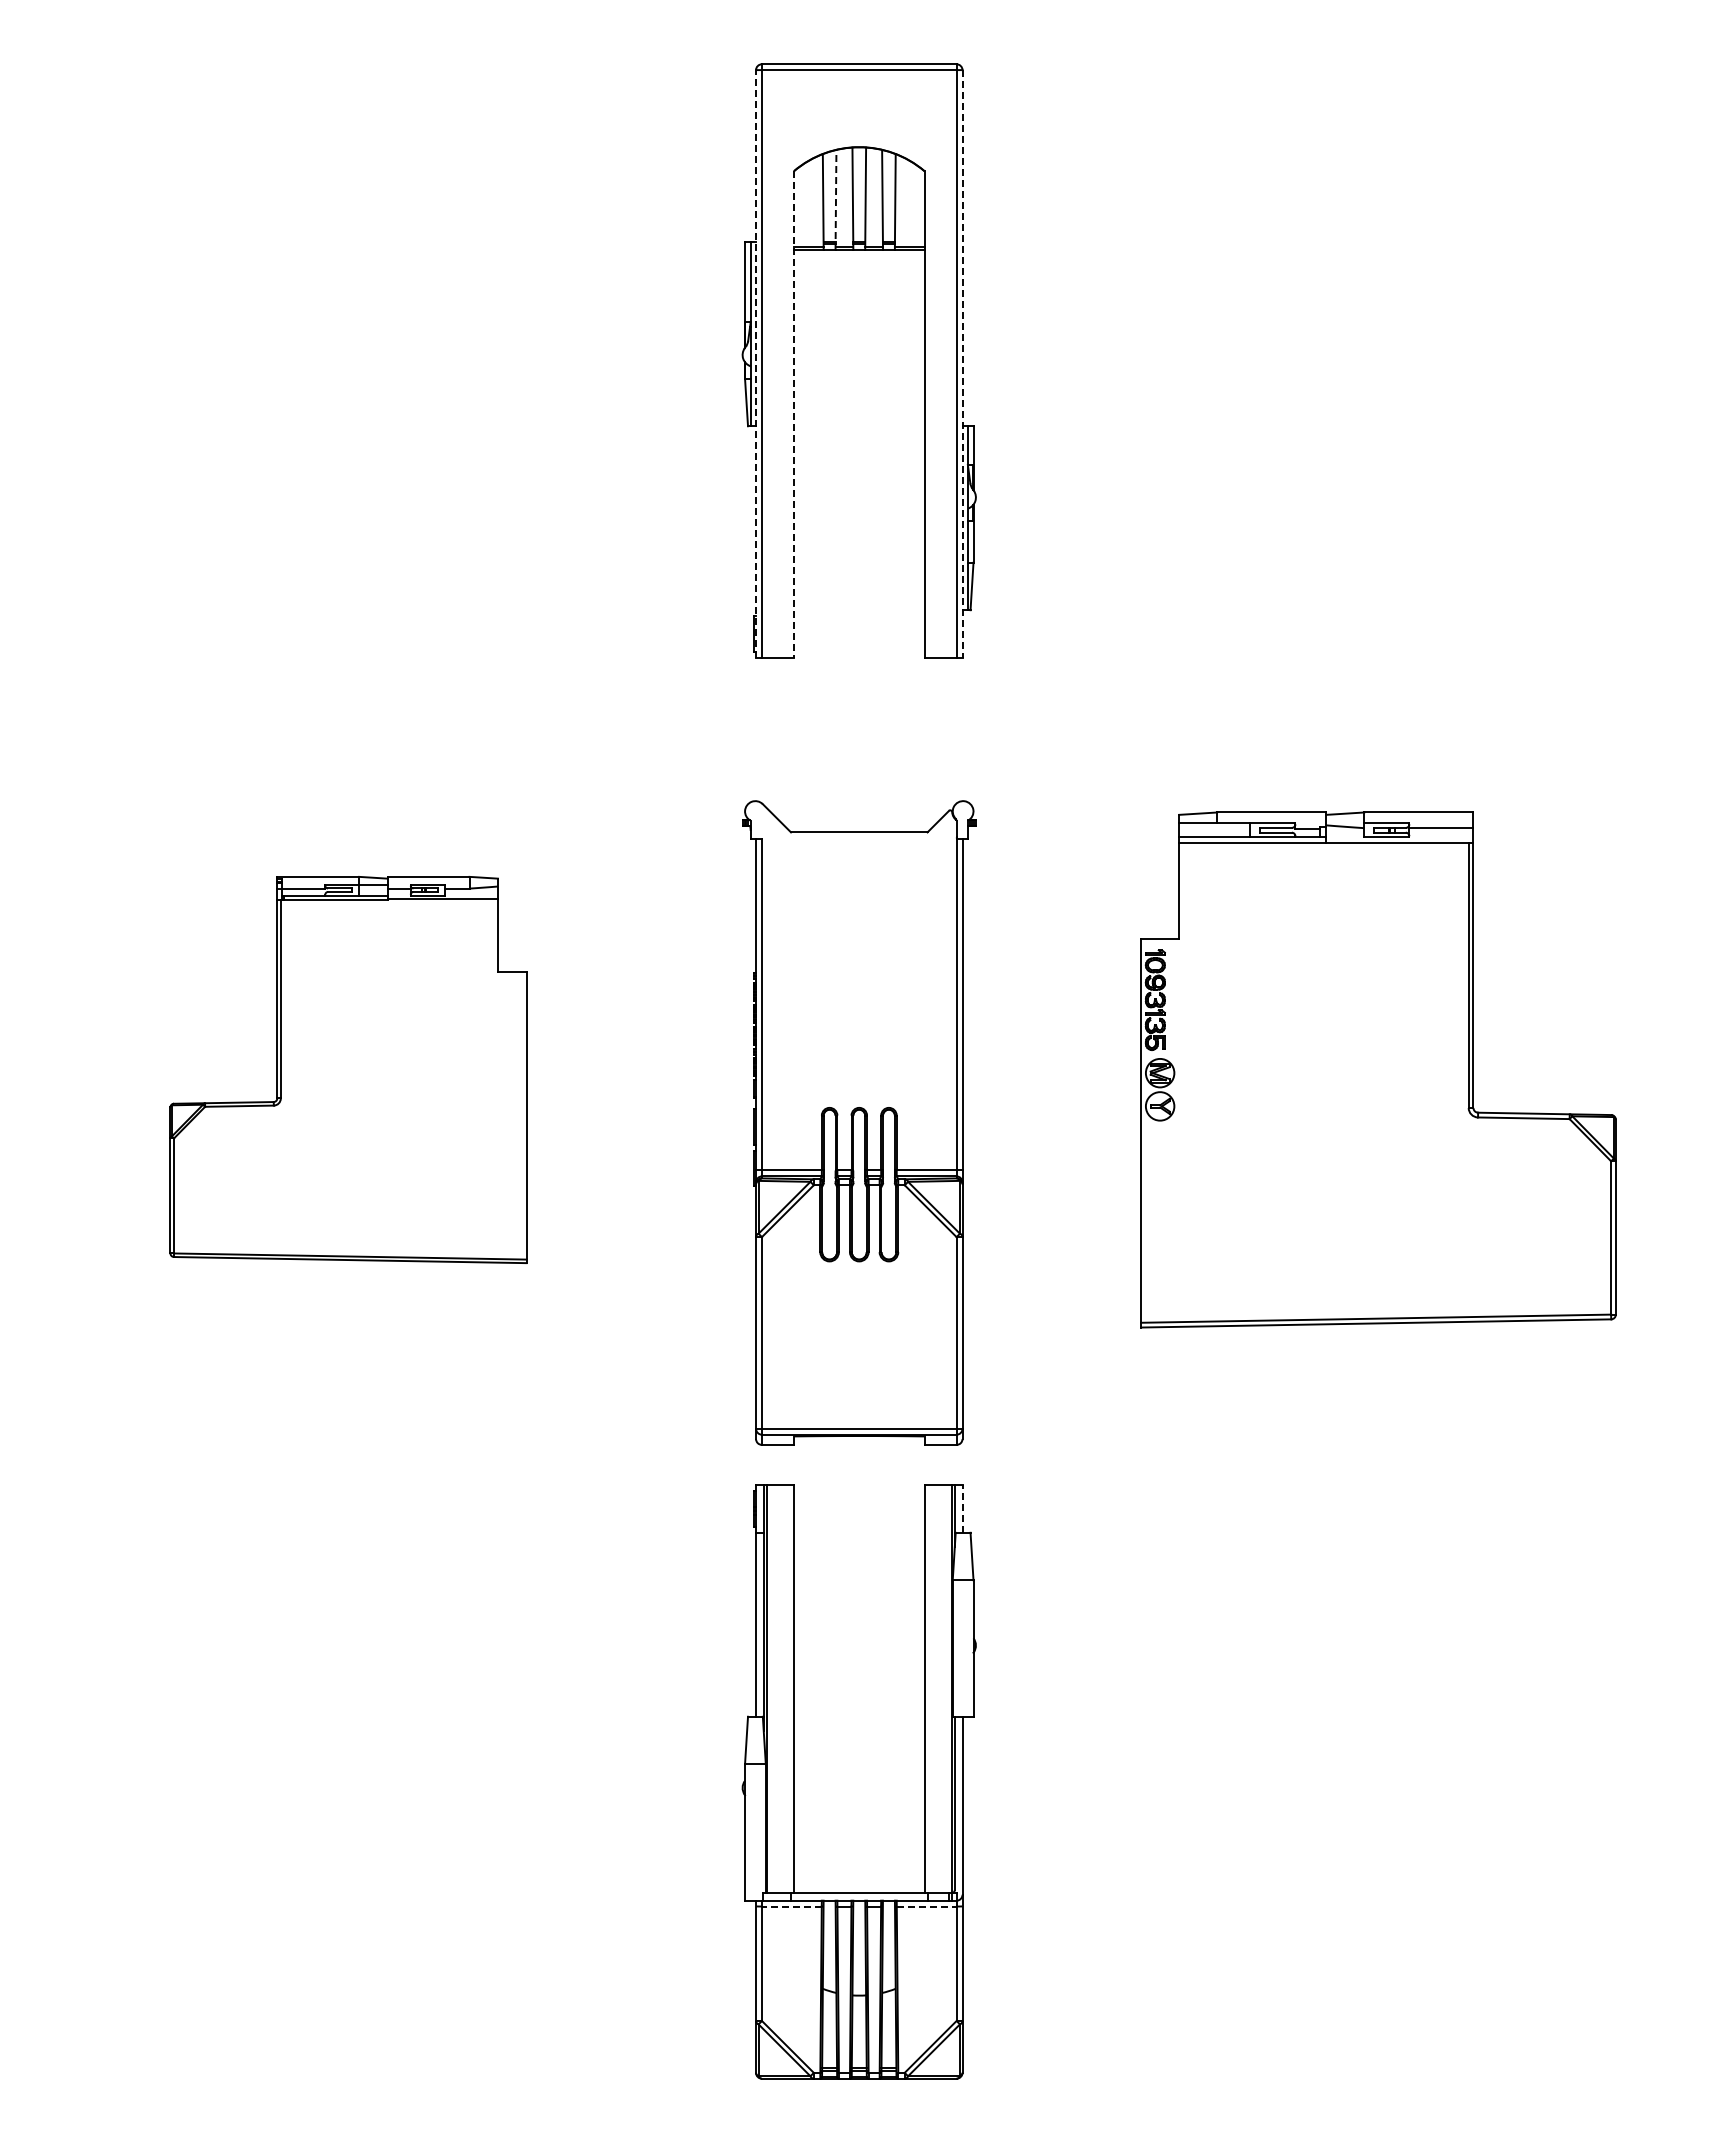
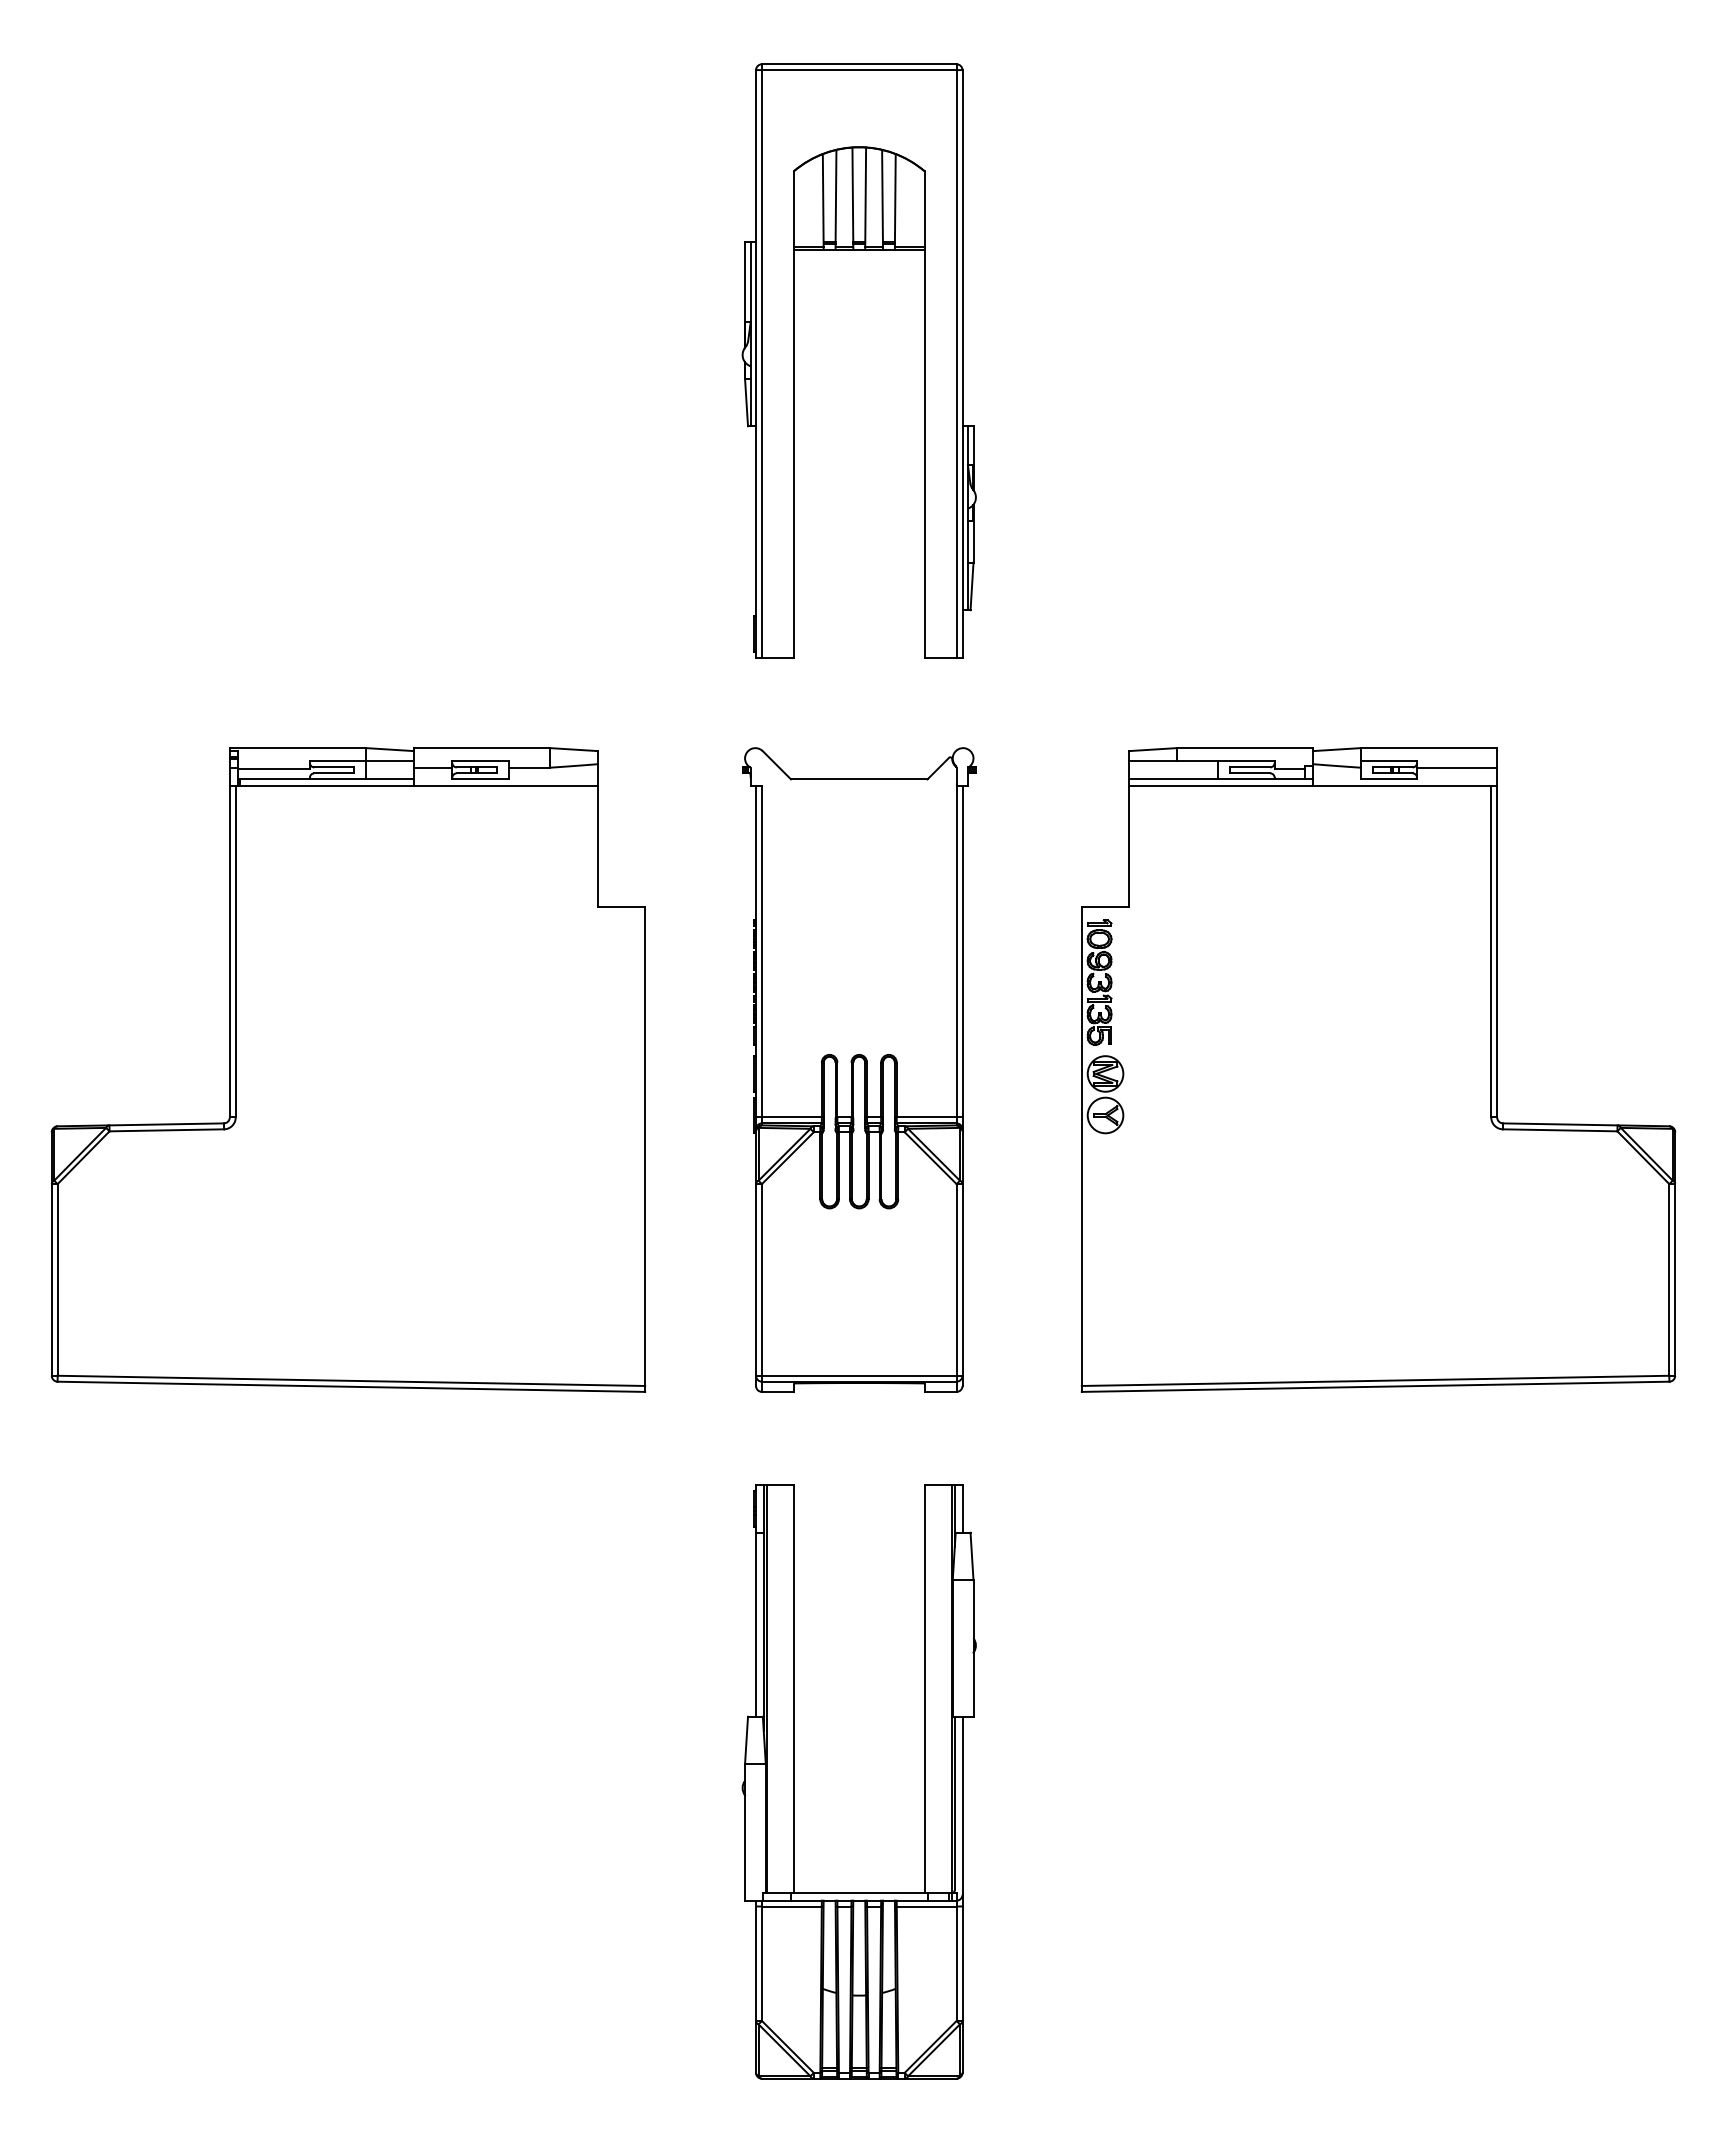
line at (836, 199): dashed -> solid
line at (756, 363): dashed -> solid
line at (962, 363): dashed -> solid
line at (794, 414): dashed -> solid
part at (348, 1069) size: 359x388 px -> 597x646 px
part at (1378, 1069) size: 477x518 px -> 597x646 px
part at (859, 1122) position: (859, 1122) -> (859, 1069)
line at (962, 1509): dashed -> solid
line at (791, 1906): dashed -> solid
line at (926, 1906): dashed -> solid
